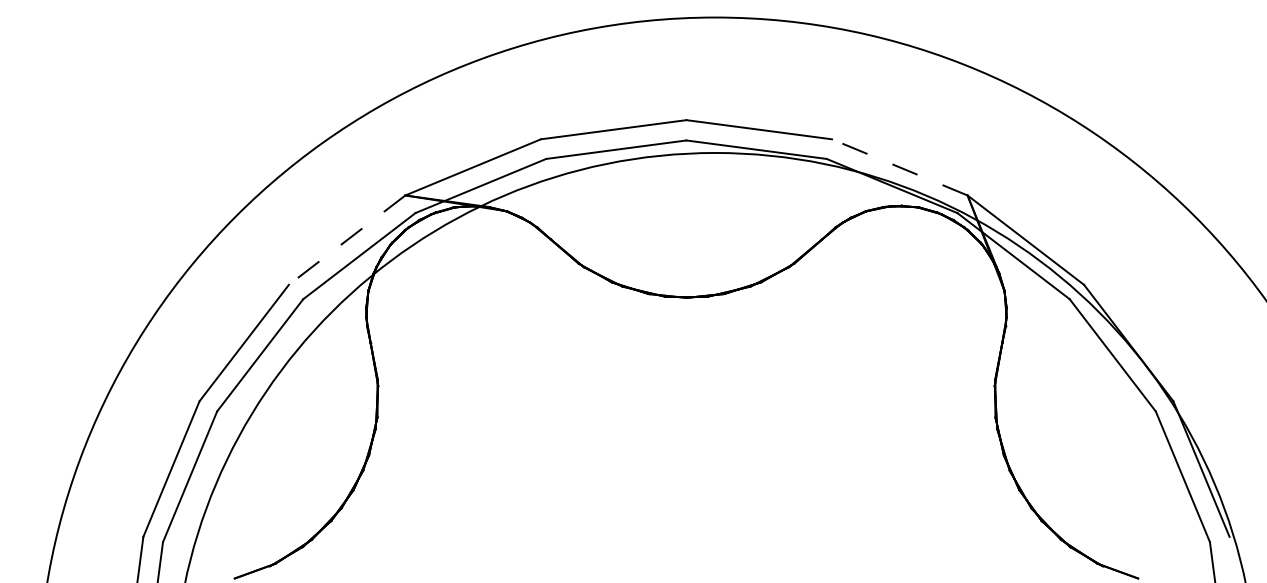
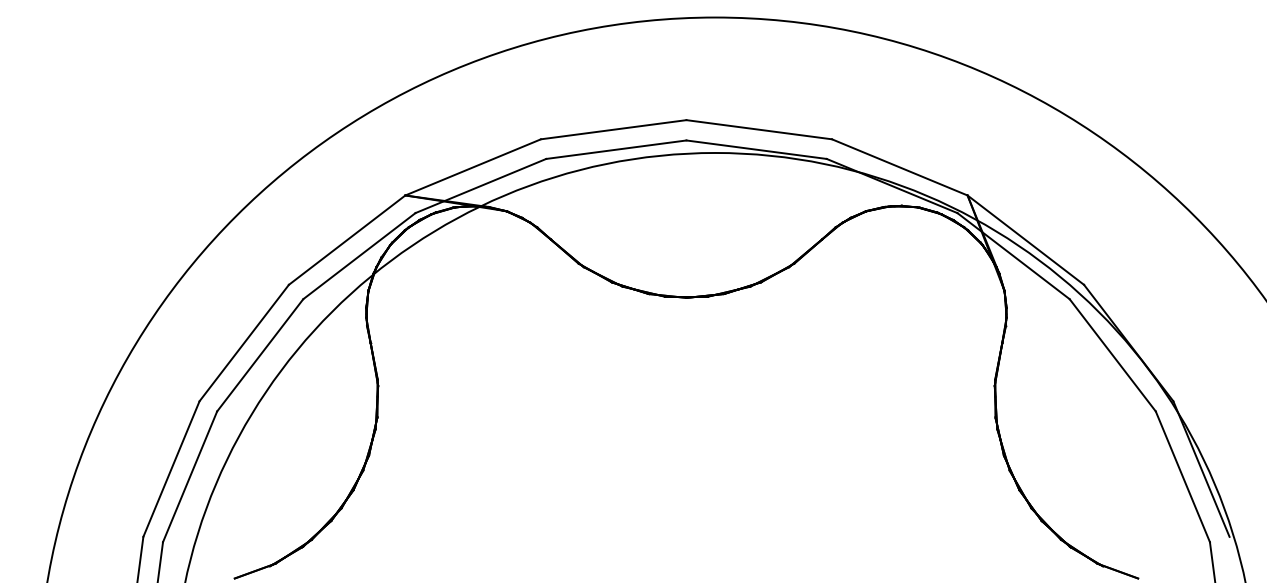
line at (899, 167): dashed -> solid
line at (346, 240): dashed -> solid
